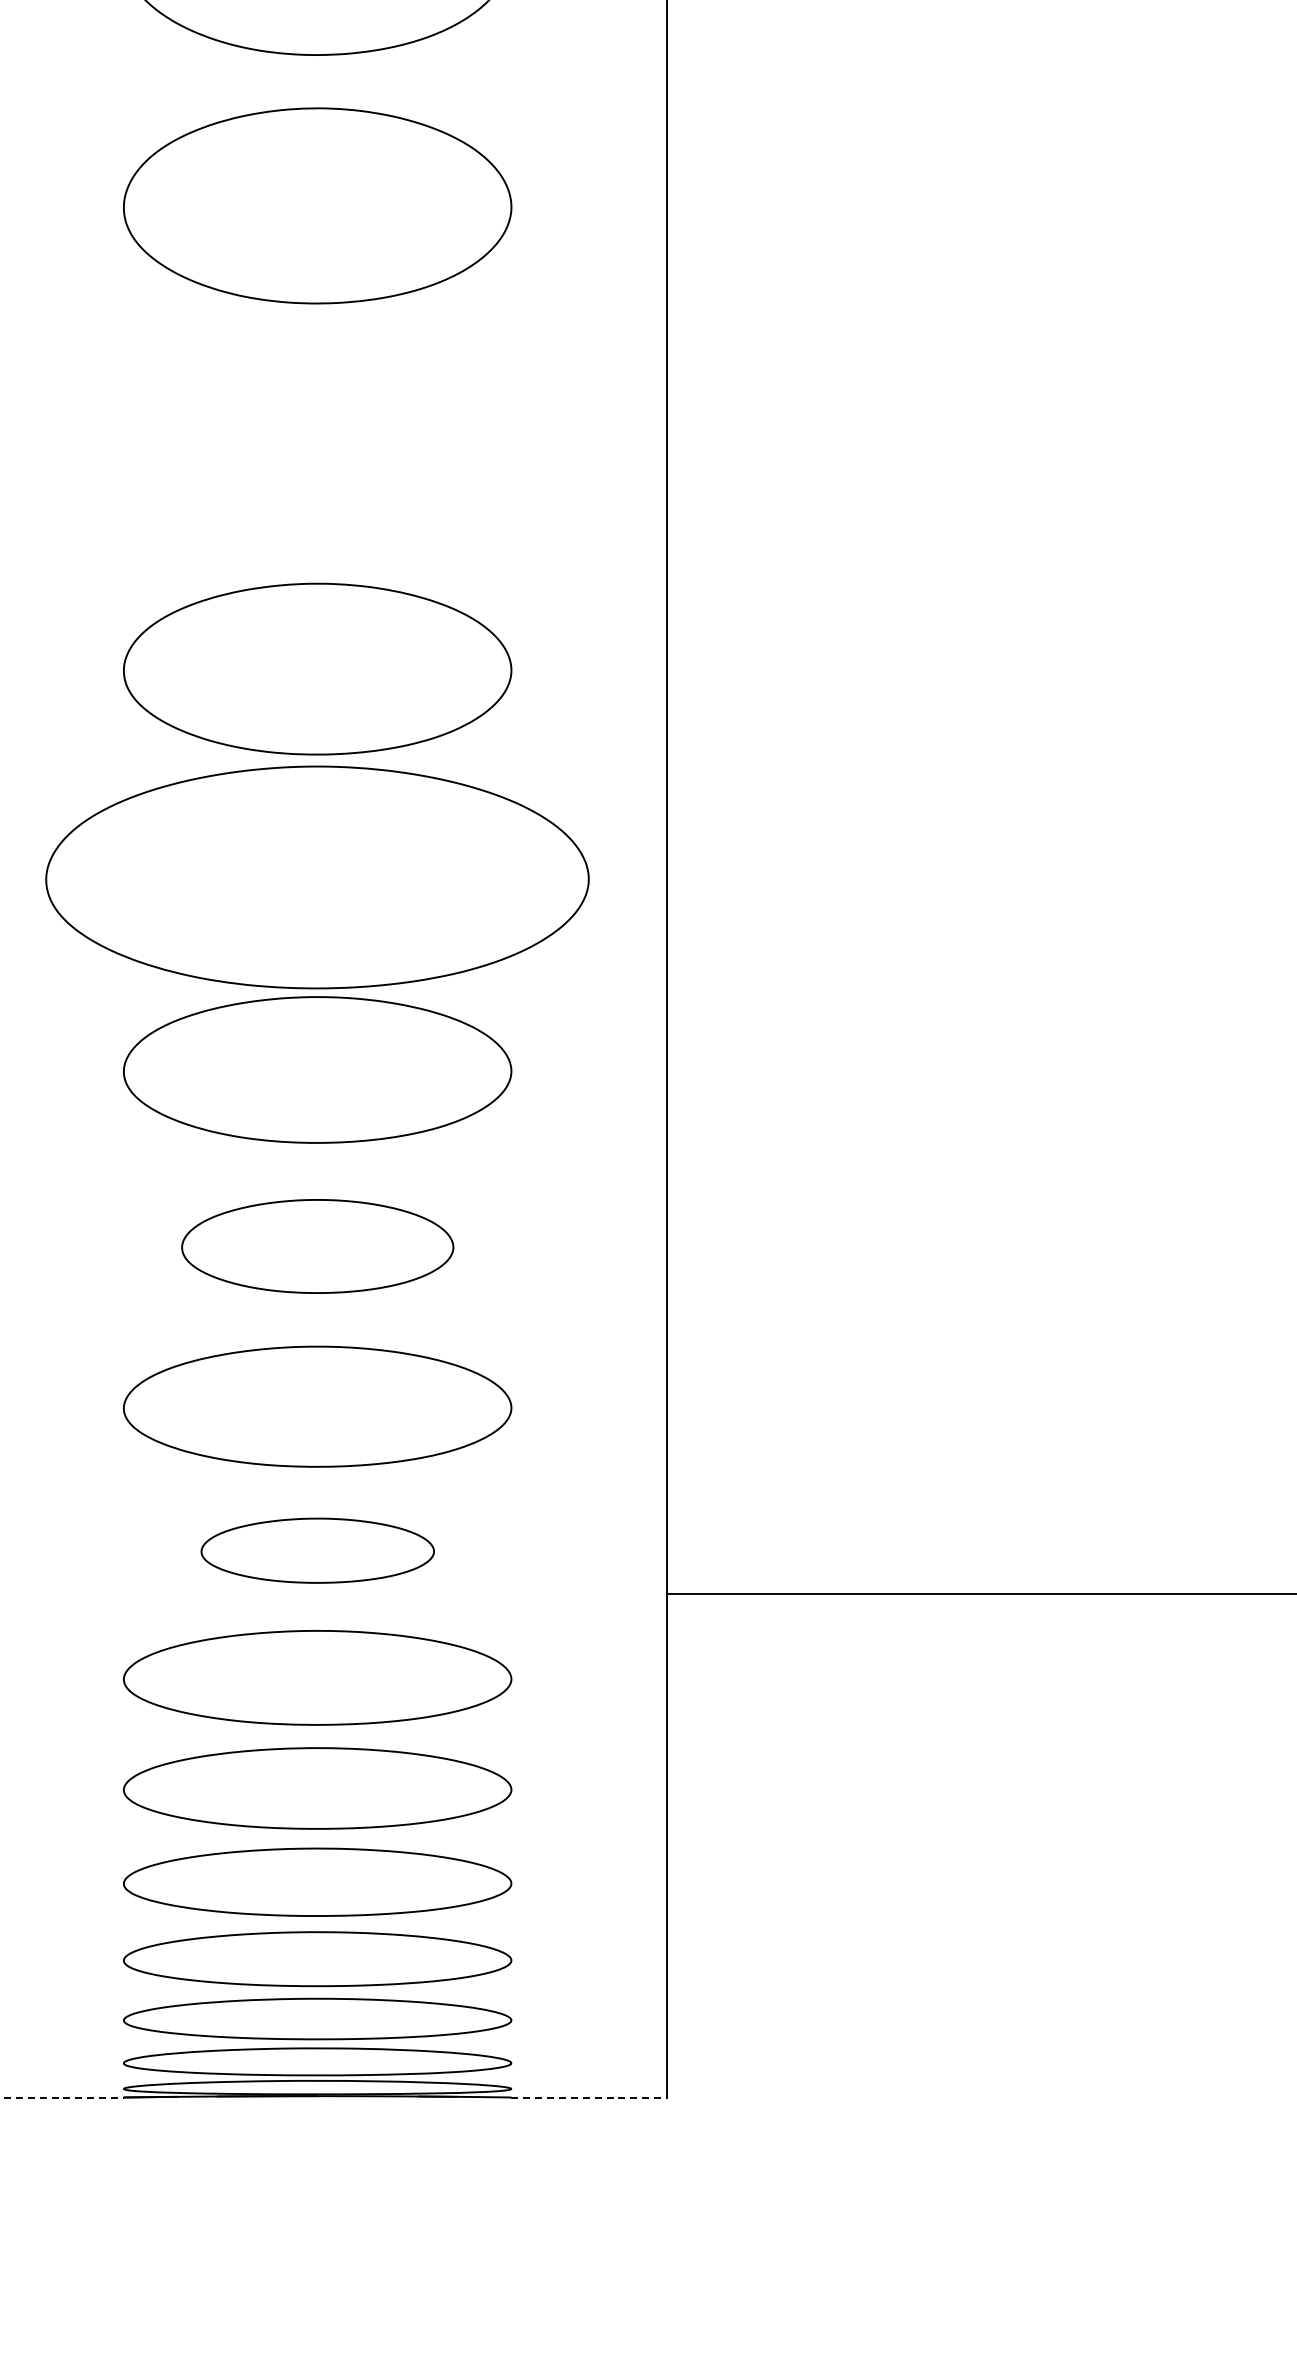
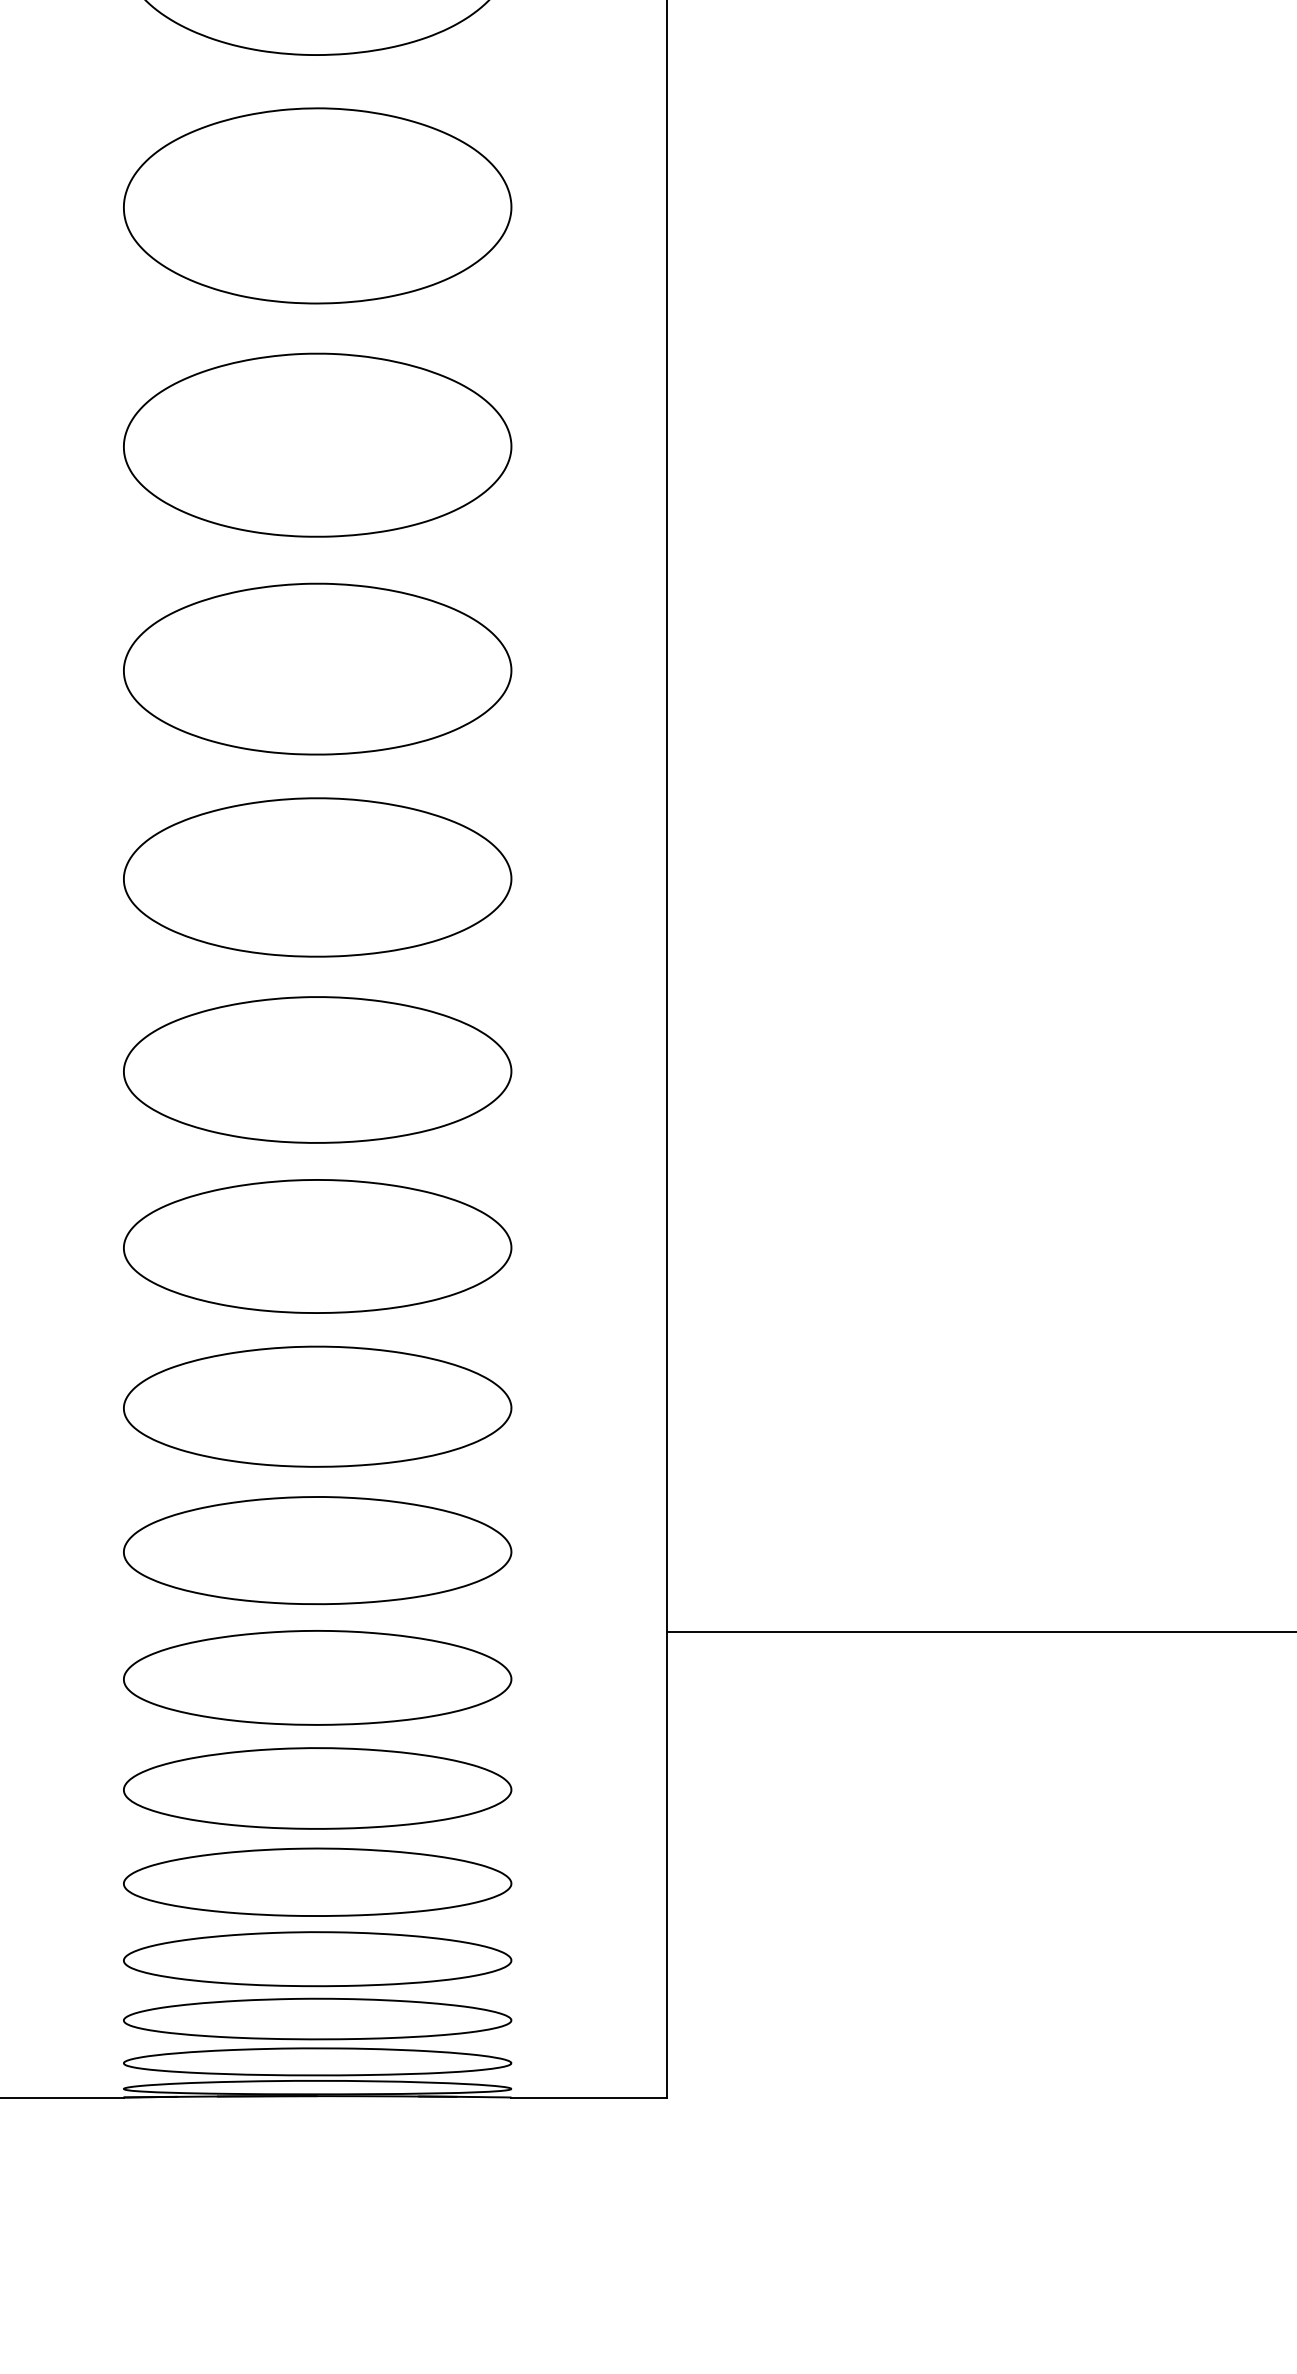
part at (317, 444): none -> present
part at (317, 877) size: 545x225 px -> 390x161 px
part at (317, 1246) size: 274x95 px -> 390x135 px
part at (317, 1550) size: 235x67 px -> 390x110 px
line at (979, 1594) position: (979, 1594) -> (979, 1632)
line at (61, 2097): dashed -> solid
line at (589, 2097): dashed -> solid
